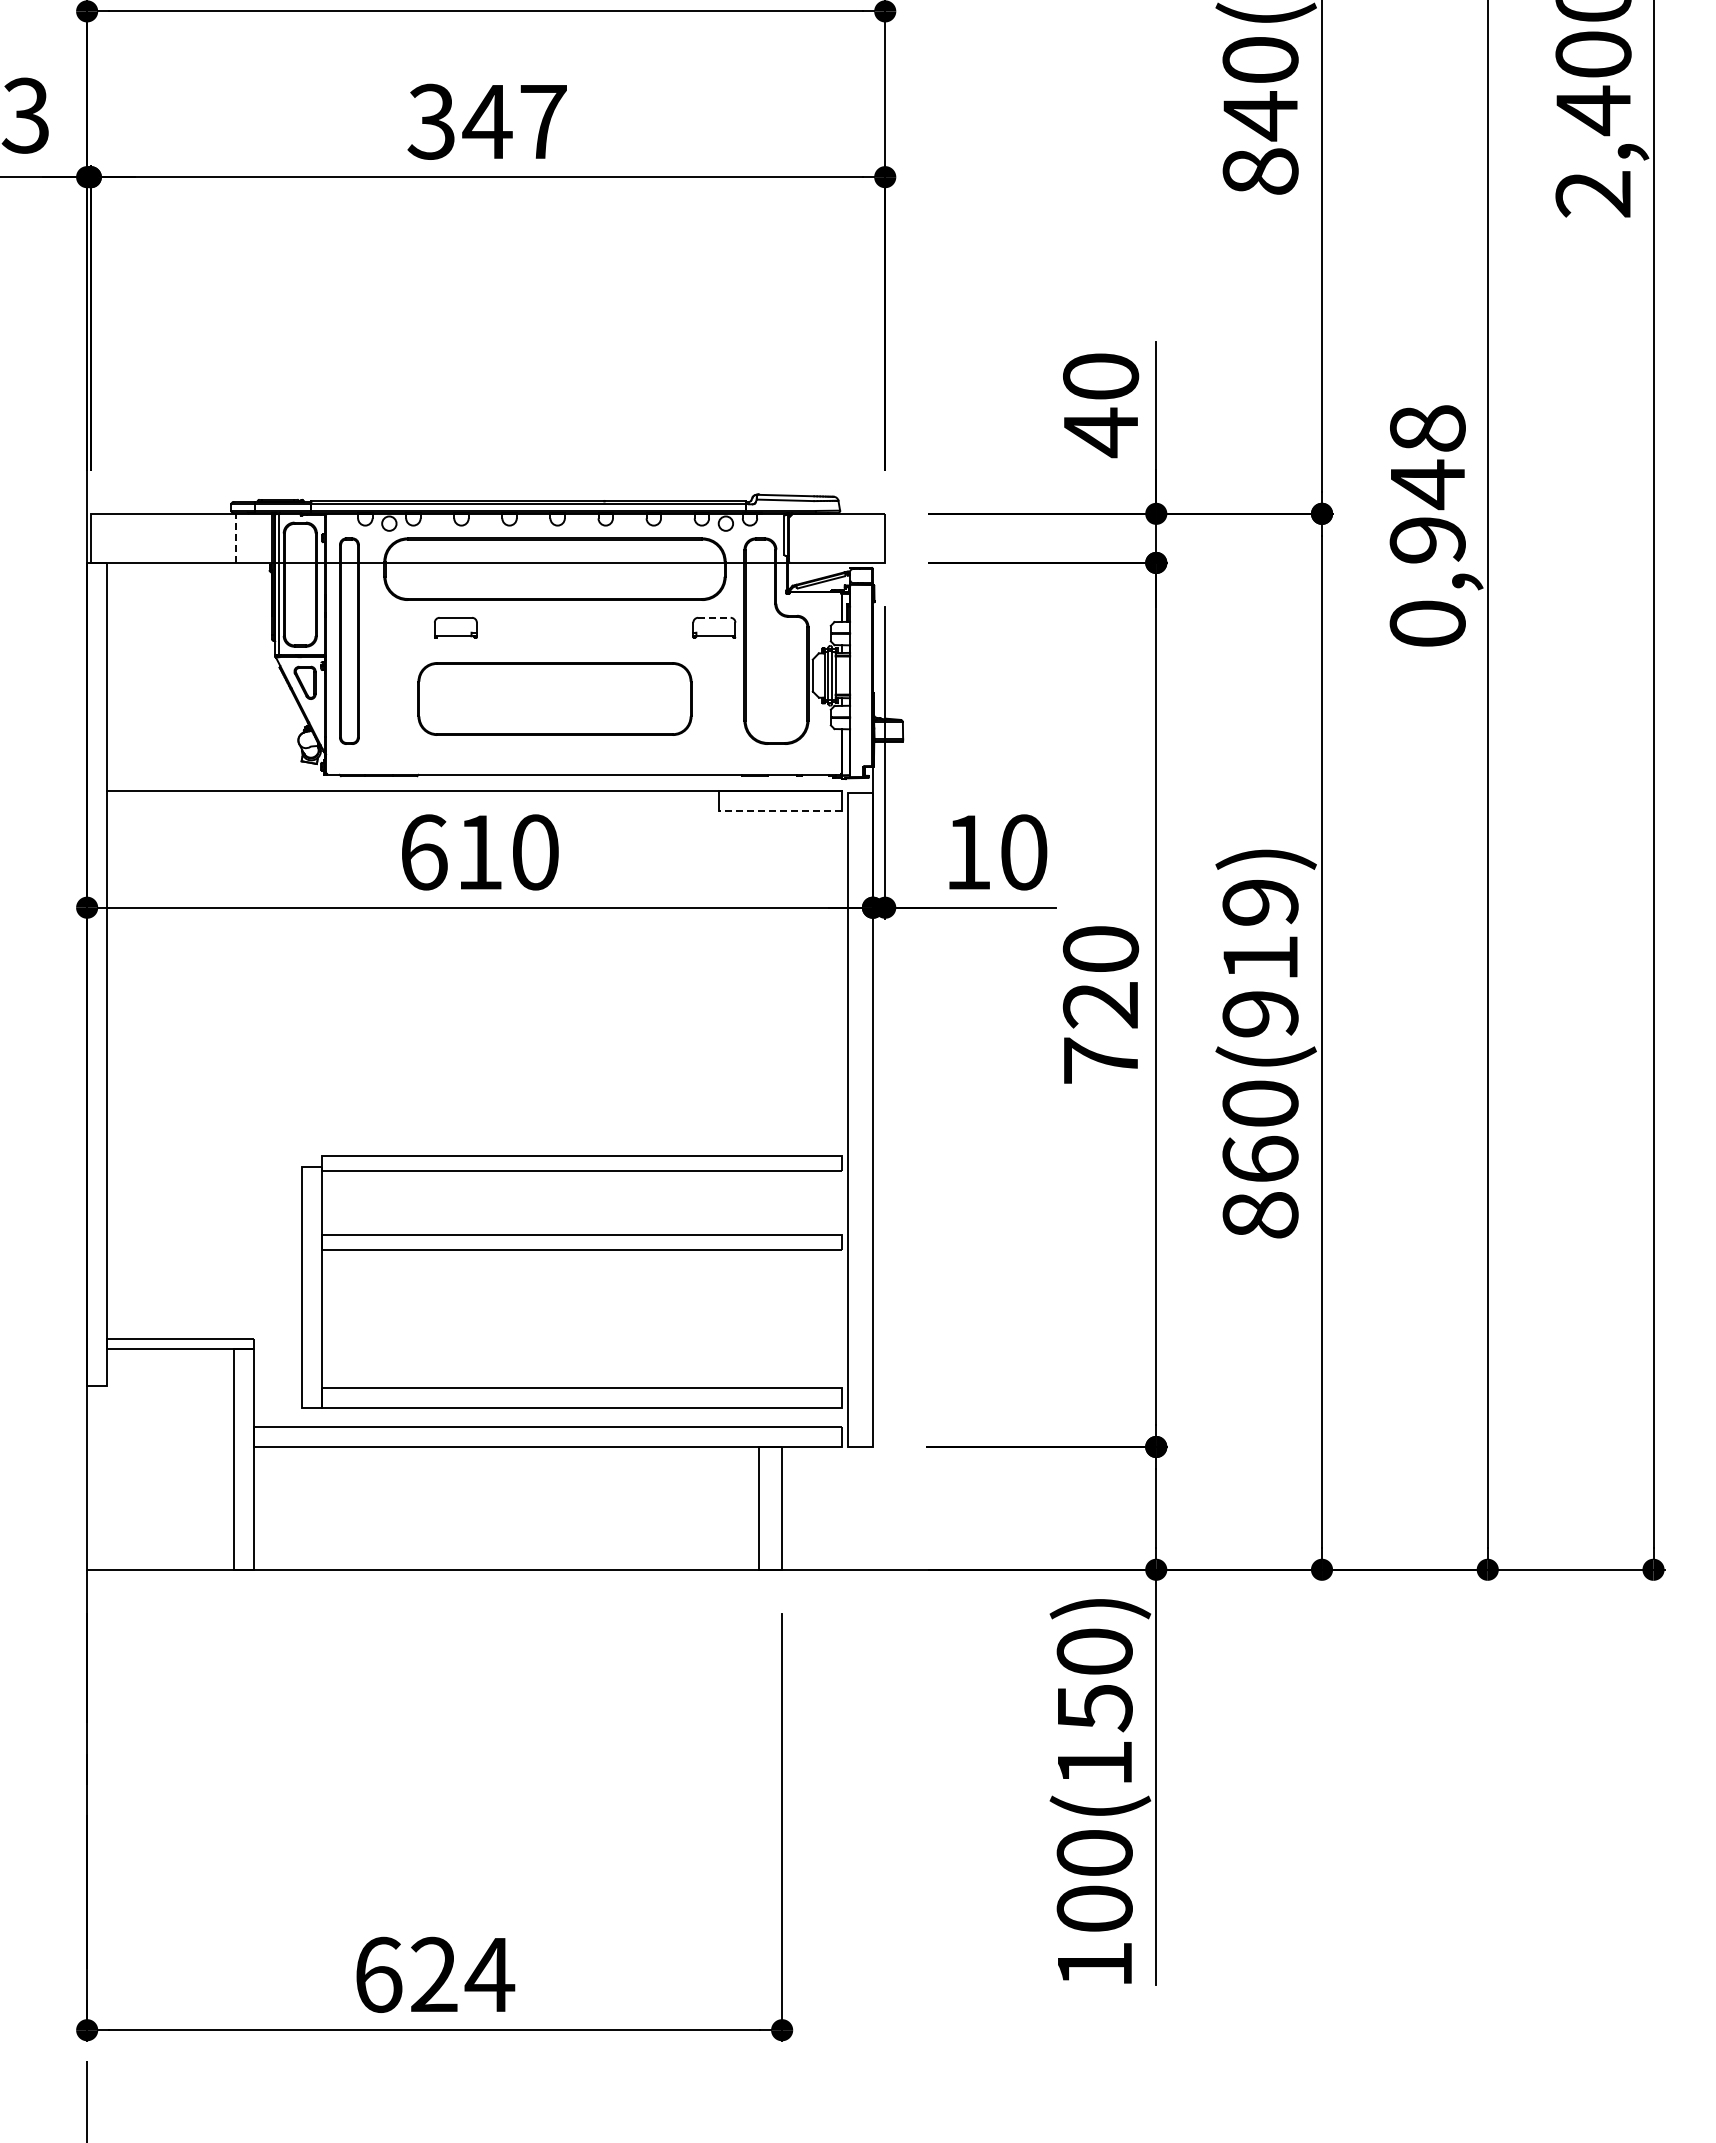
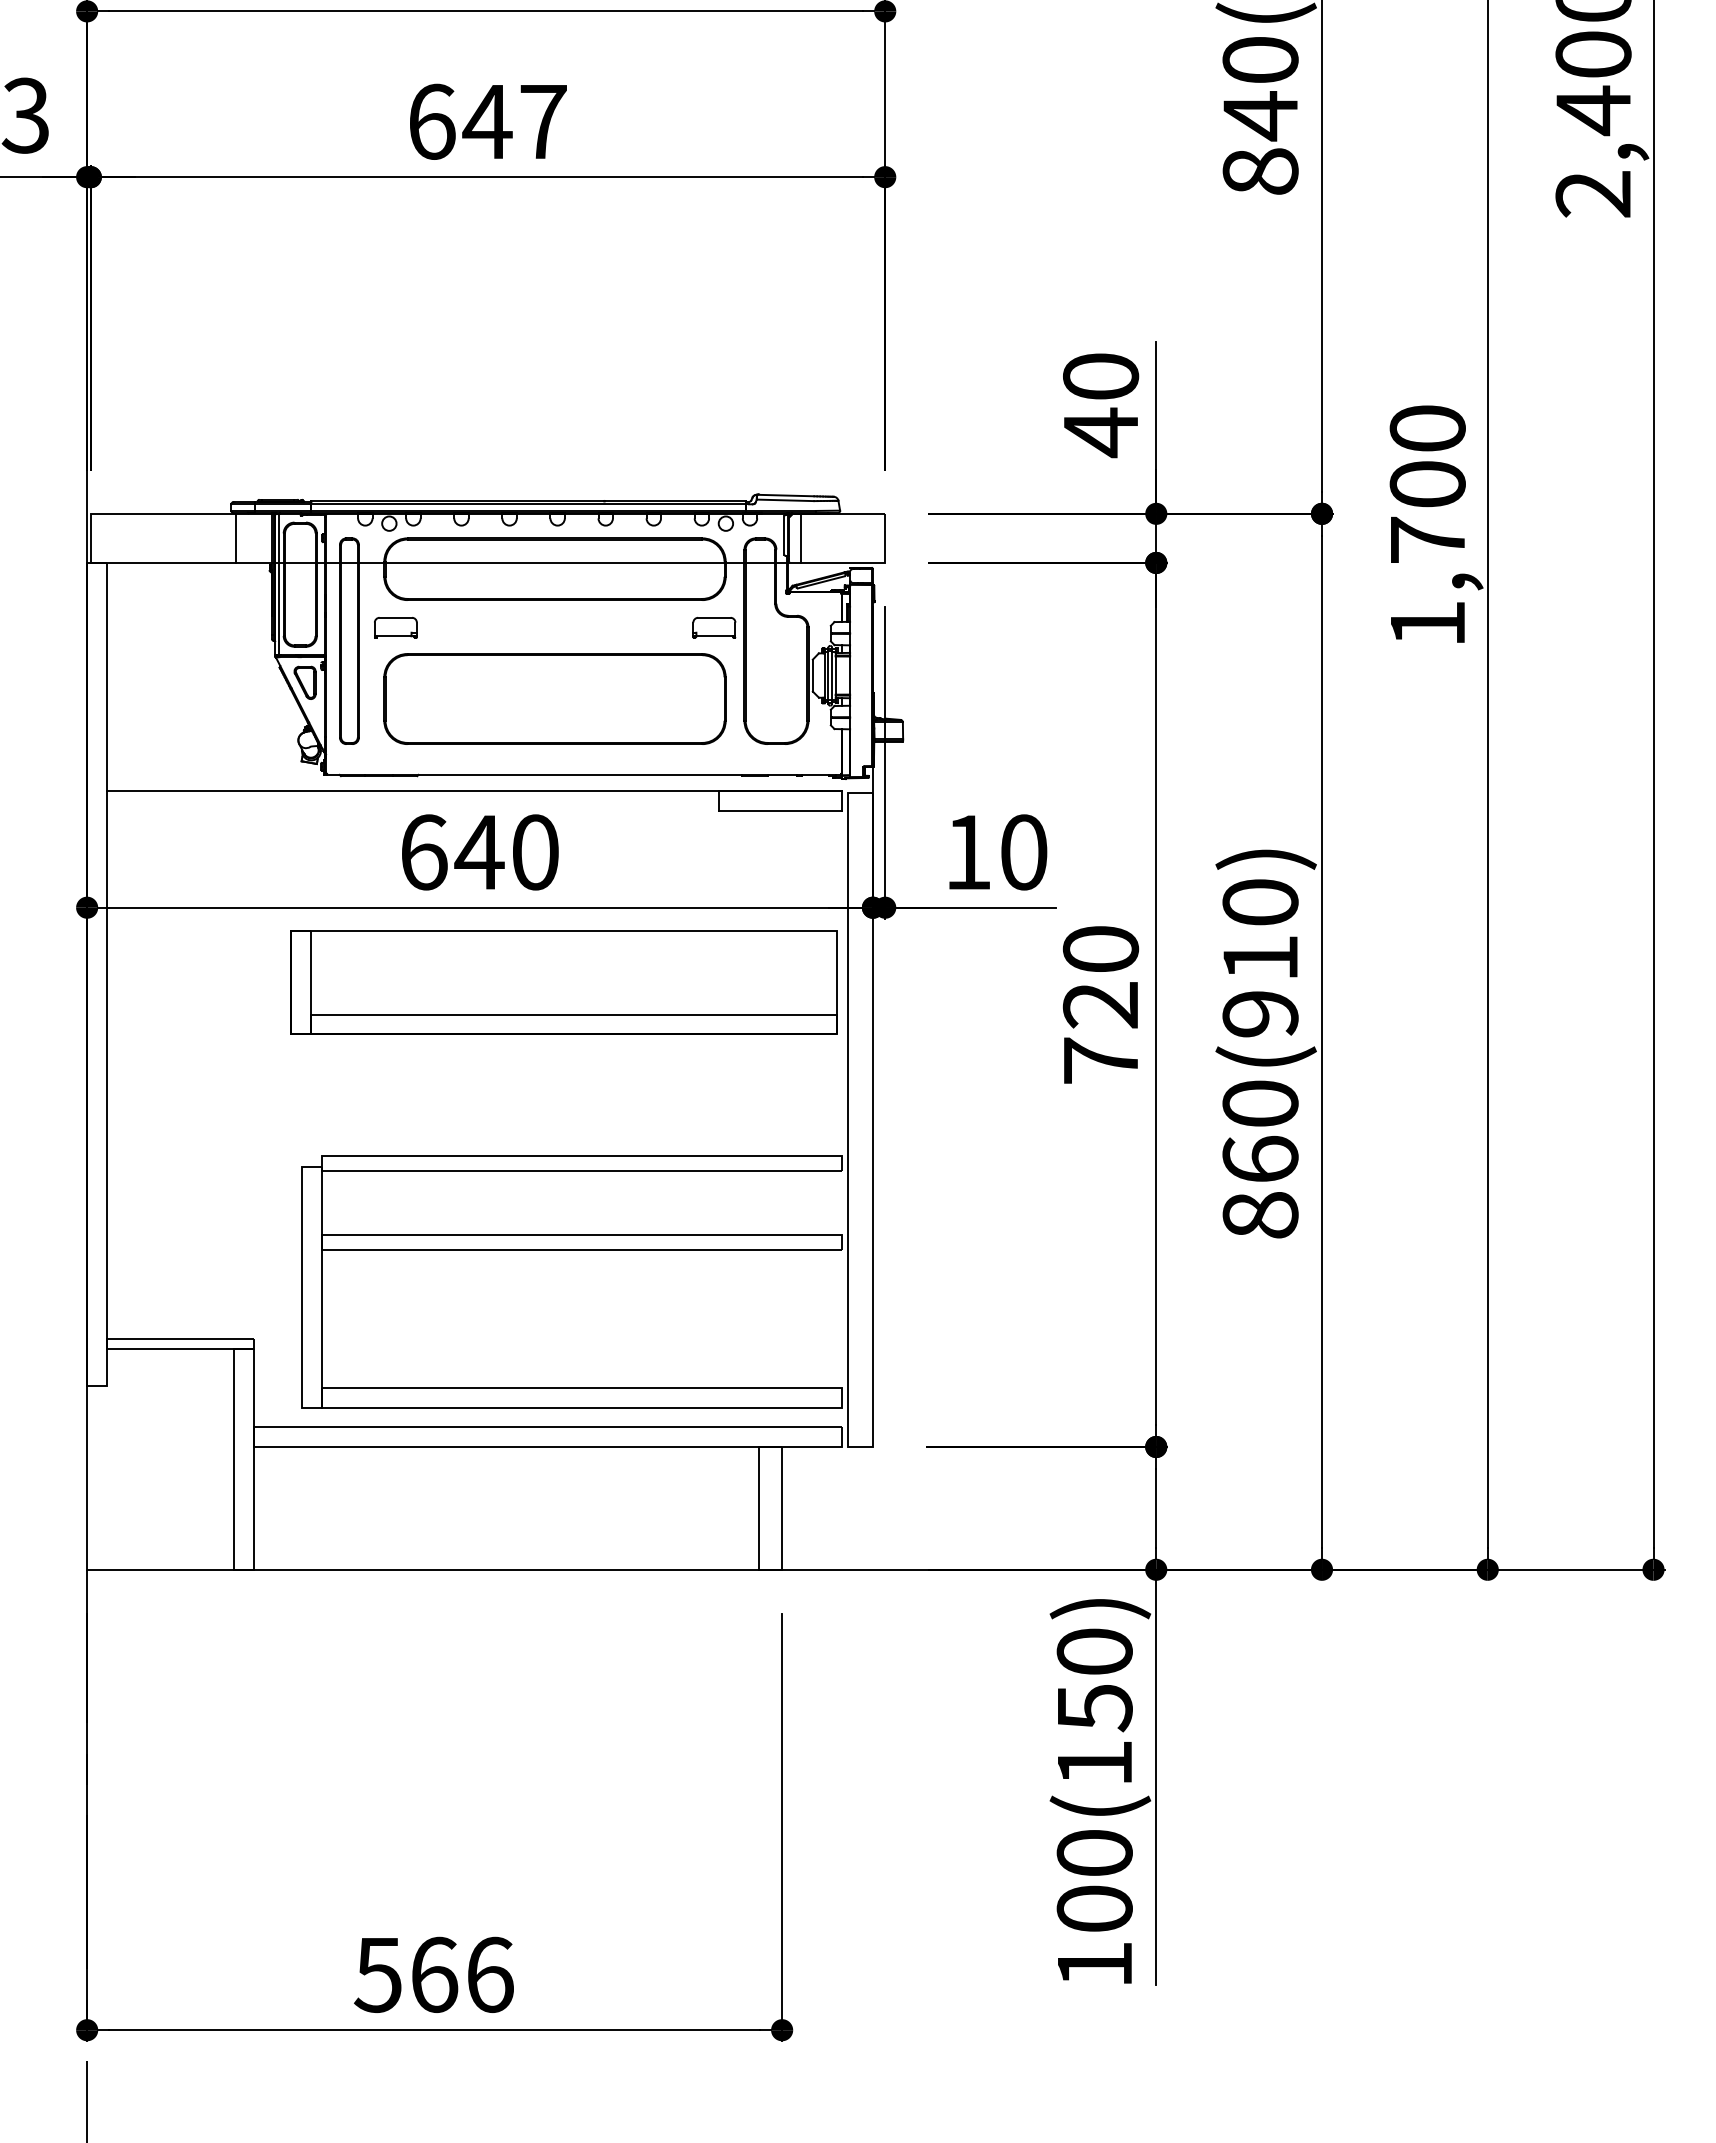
text at (431, 121): 347 -> 647
text at (1427, 525): 0,948 -> 1,700
line at (800, 537): none -> present
line at (235, 538): dashed -> solid
line at (714, 617): dashed -> solid
part at (455, 627) position: (455, 627) -> (395, 627)
part at (554, 698) size: 276x74 px -> 344x92 px
line at (780, 810): dashed -> solid
text at (479, 852): 610 -> 640
text at (1260, 902): 860(919) -> 860(910)
part at (563, 982): none -> present
text at (434, 1974): 624 -> 566
